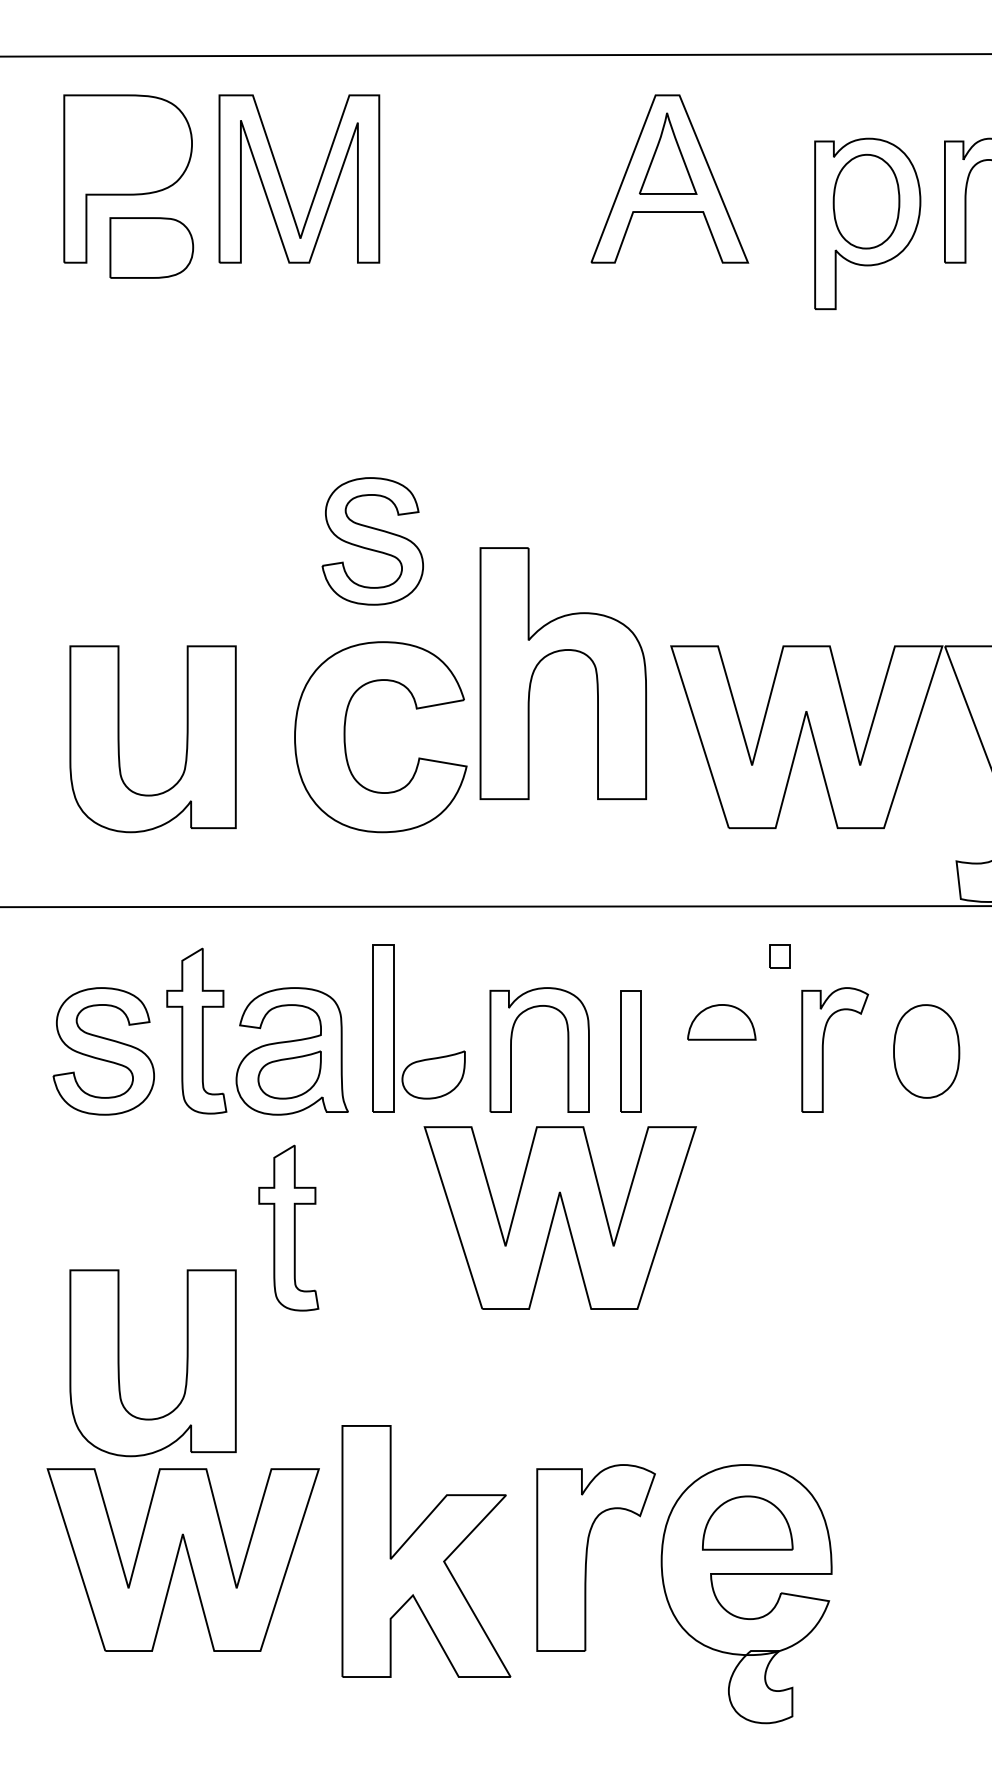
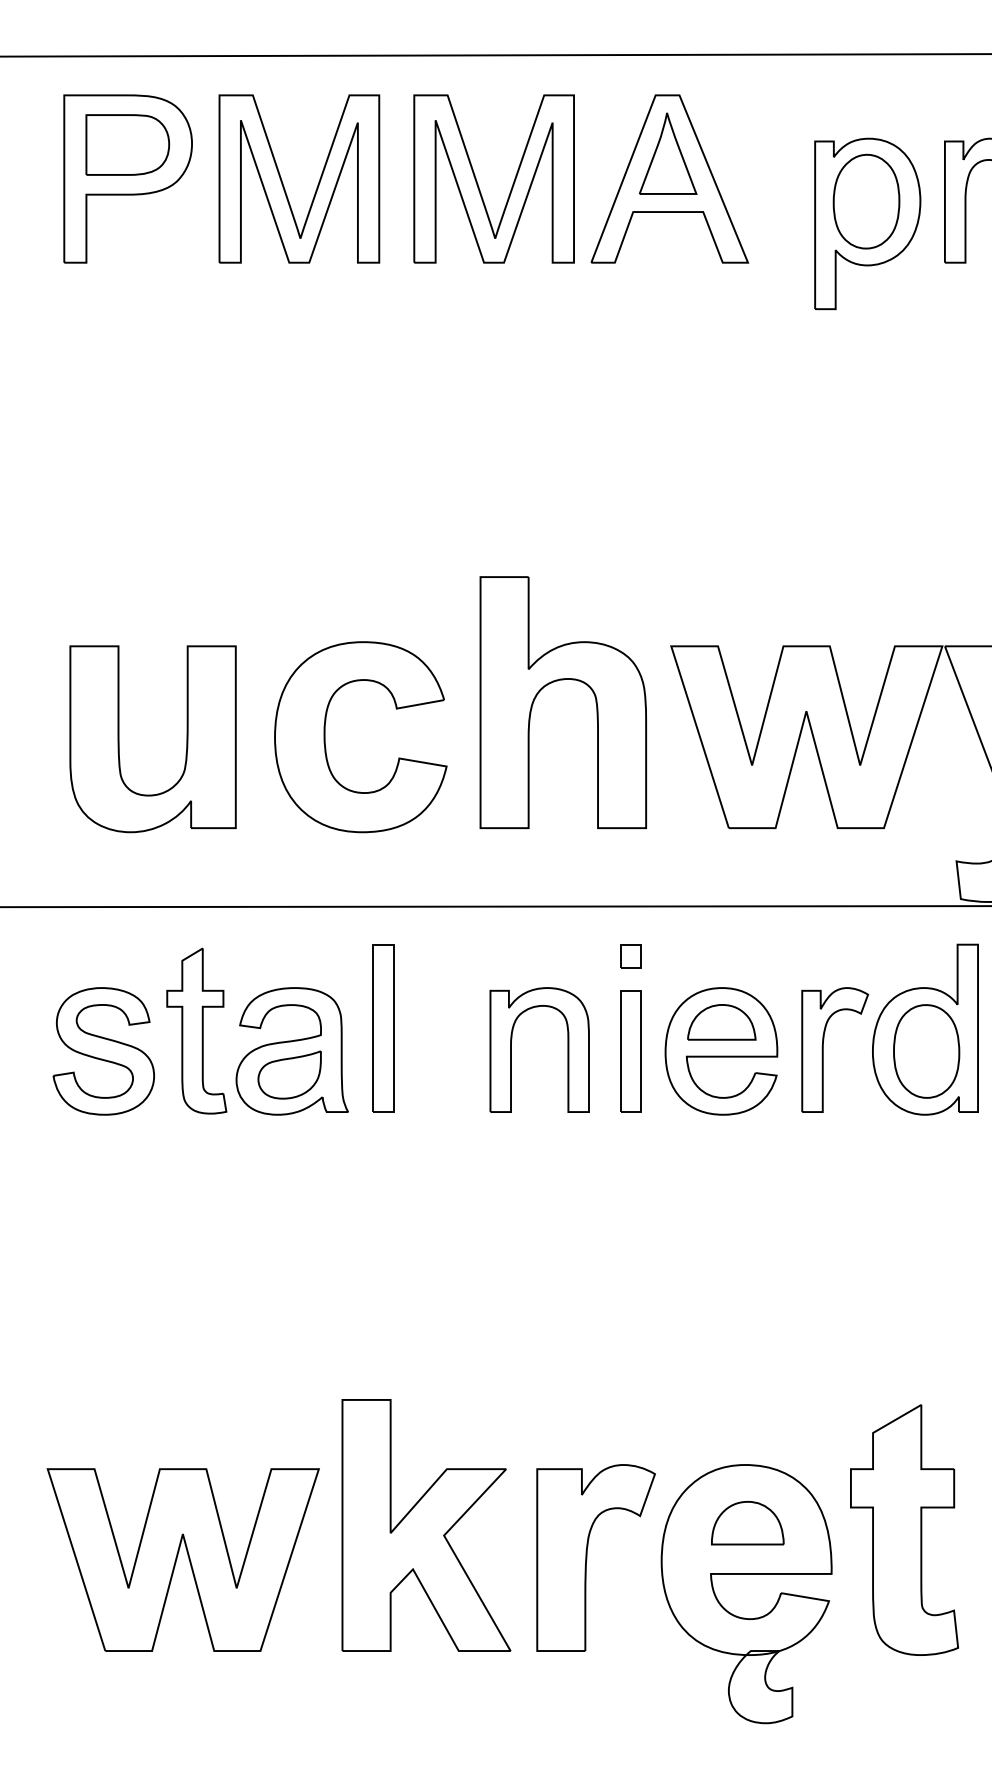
part at (479, 186): none -> present
part at (151, 247) position: (151, 247) -> (127, 144)
part at (372, 541): present -> none
part at (554, 653) position: (554, 653) -> (554, 682)
part at (345, 737) position: (345, 737) -> (325, 737)
part at (779, 956) position: (779, 956) -> (630, 956)
part at (925, 1029): none -> present
part at (721, 1051): none -> present
part at (433, 1074): present -> none
part at (559, 1217): present -> none
part at (288, 1227): present -> none
part at (119, 1363): present -> none
part at (747, 1522) size: 92x56 px -> 74x45 px
part at (904, 1529): none -> present
part at (426, 1551) position: (426, 1551) -> (426, 1525)
